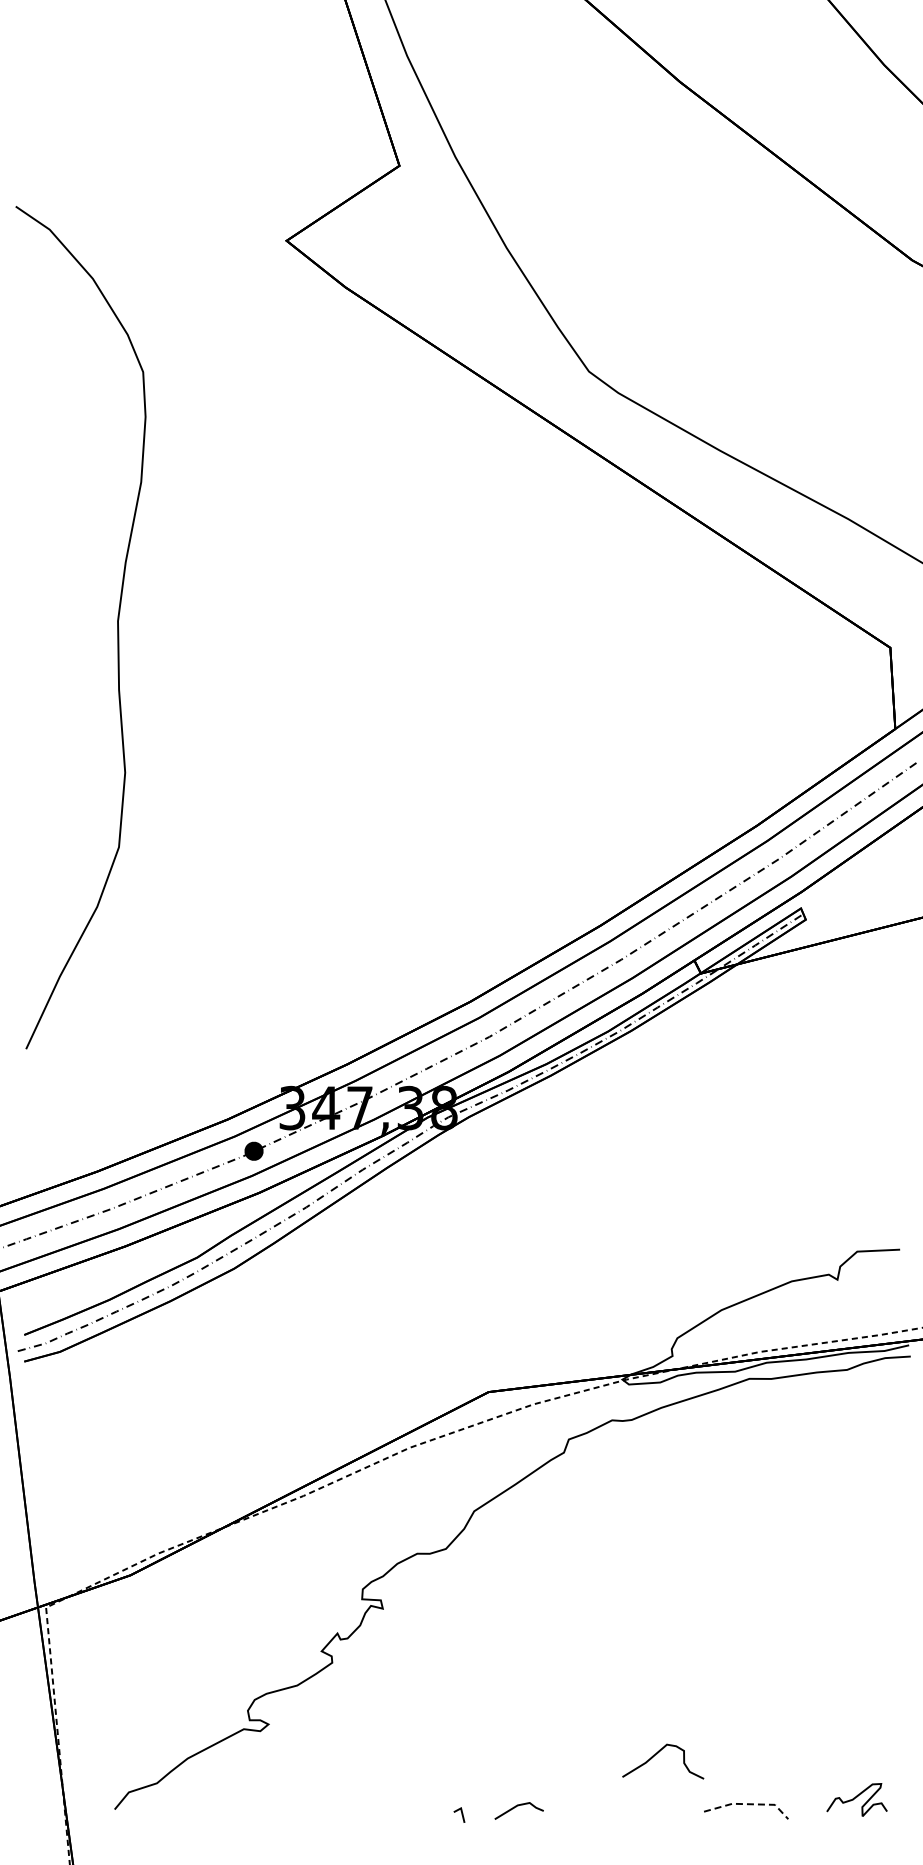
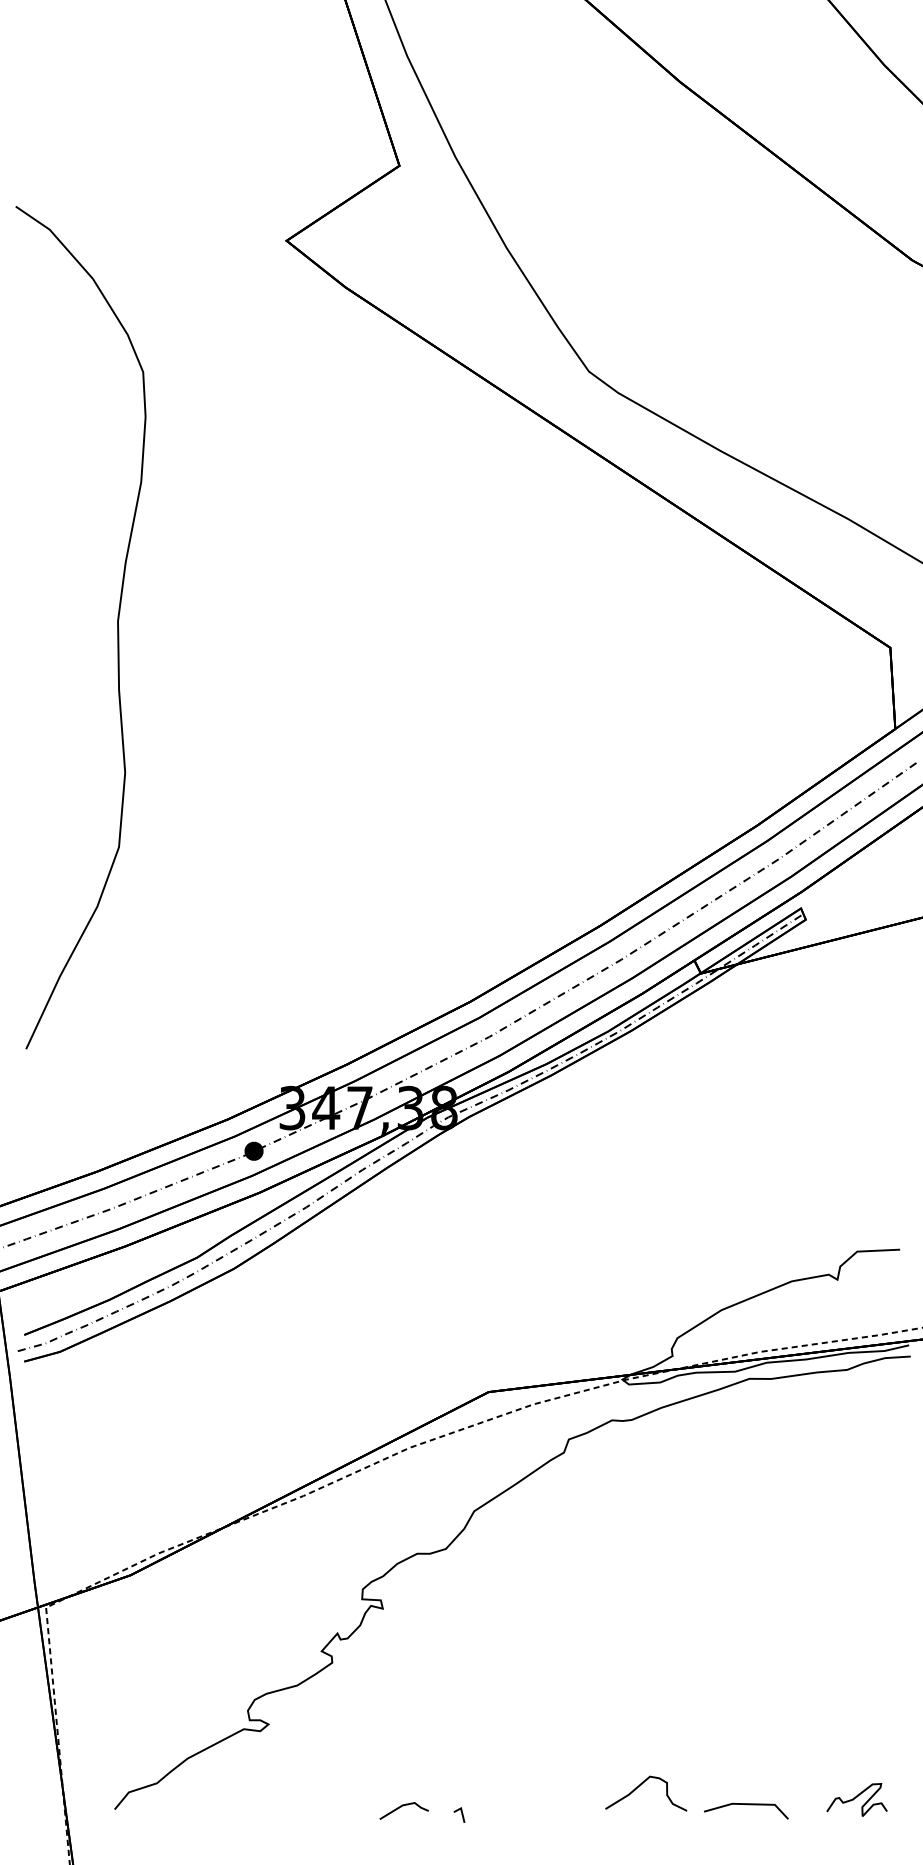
curve at (657, 1754) position: (657, 1754) -> (640, 1786)
line at (749, 1804): dashed -> solid
line at (516, 1807) position: (516, 1807) -> (401, 1807)
